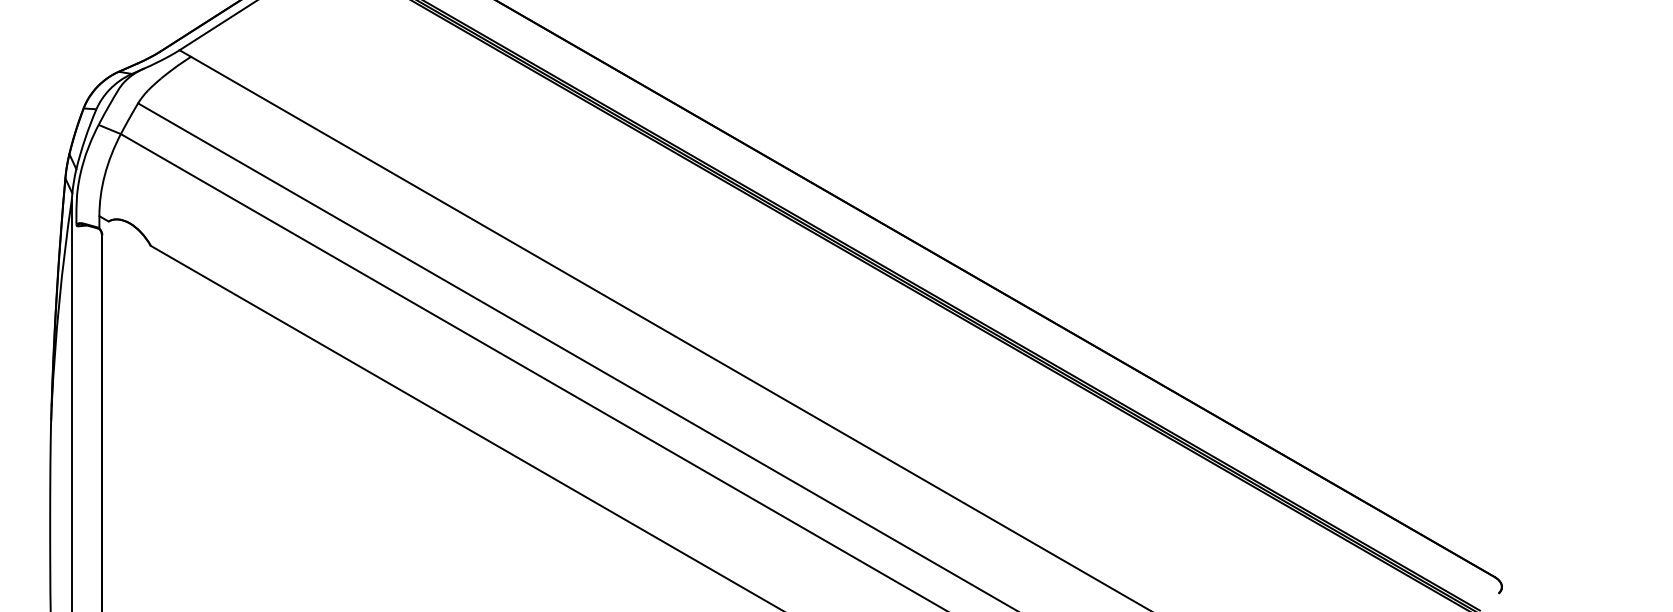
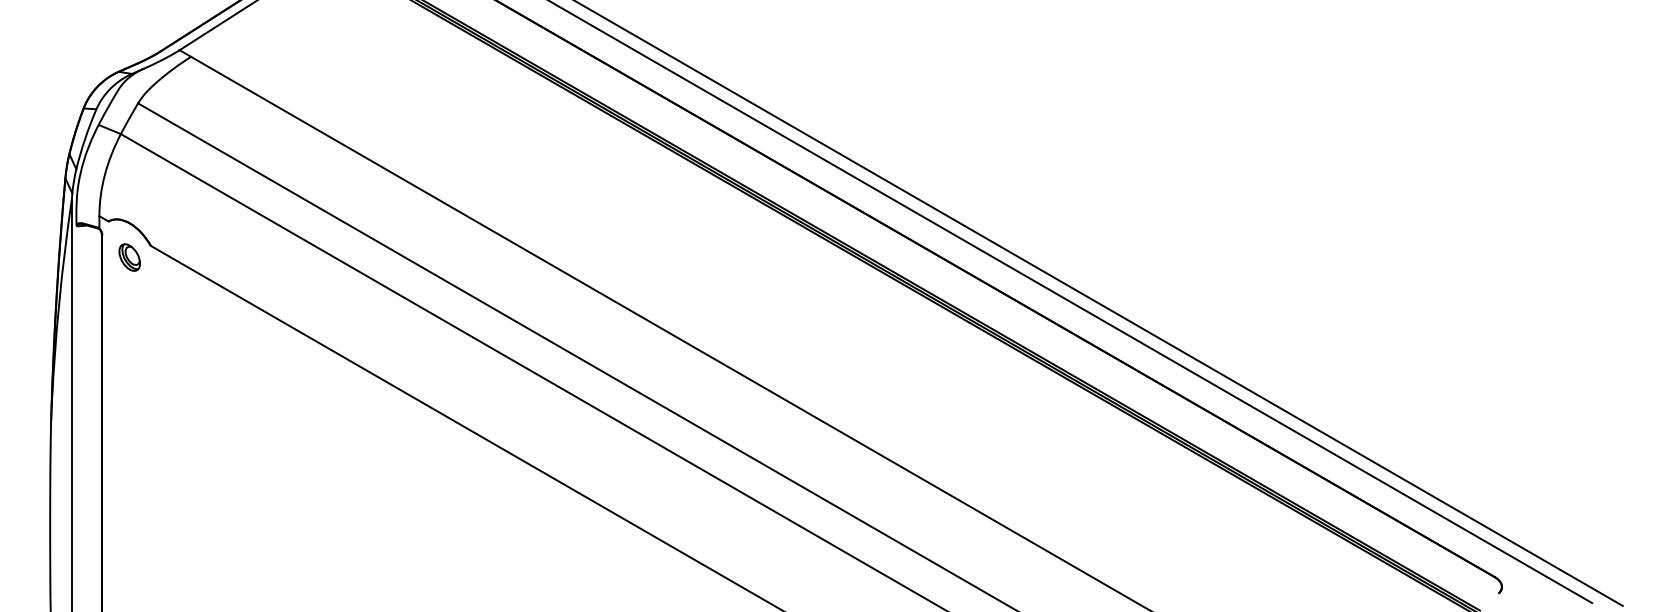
part at (129, 257): none -> present
line at (1071, 302): none -> present
line at (1099, 303): none -> present
